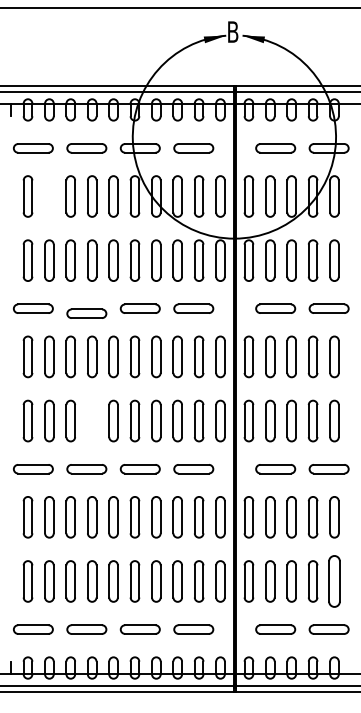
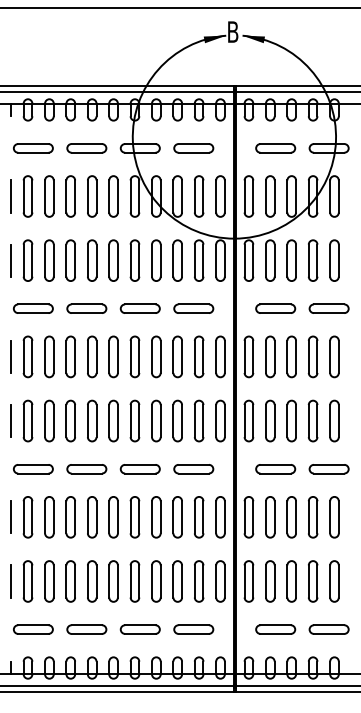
line at (10, 196): none -> present
part at (49, 196): none -> present
line at (10, 260): none -> present
part at (86, 313) position: (86, 313) -> (86, 308)
line at (10, 356): none -> present
part at (92, 420): none -> present
line at (10, 421): none -> present
line at (10, 517): none -> present
line at (10, 581): none -> present
part at (334, 581) size: 13x53 px -> 11x43 px
